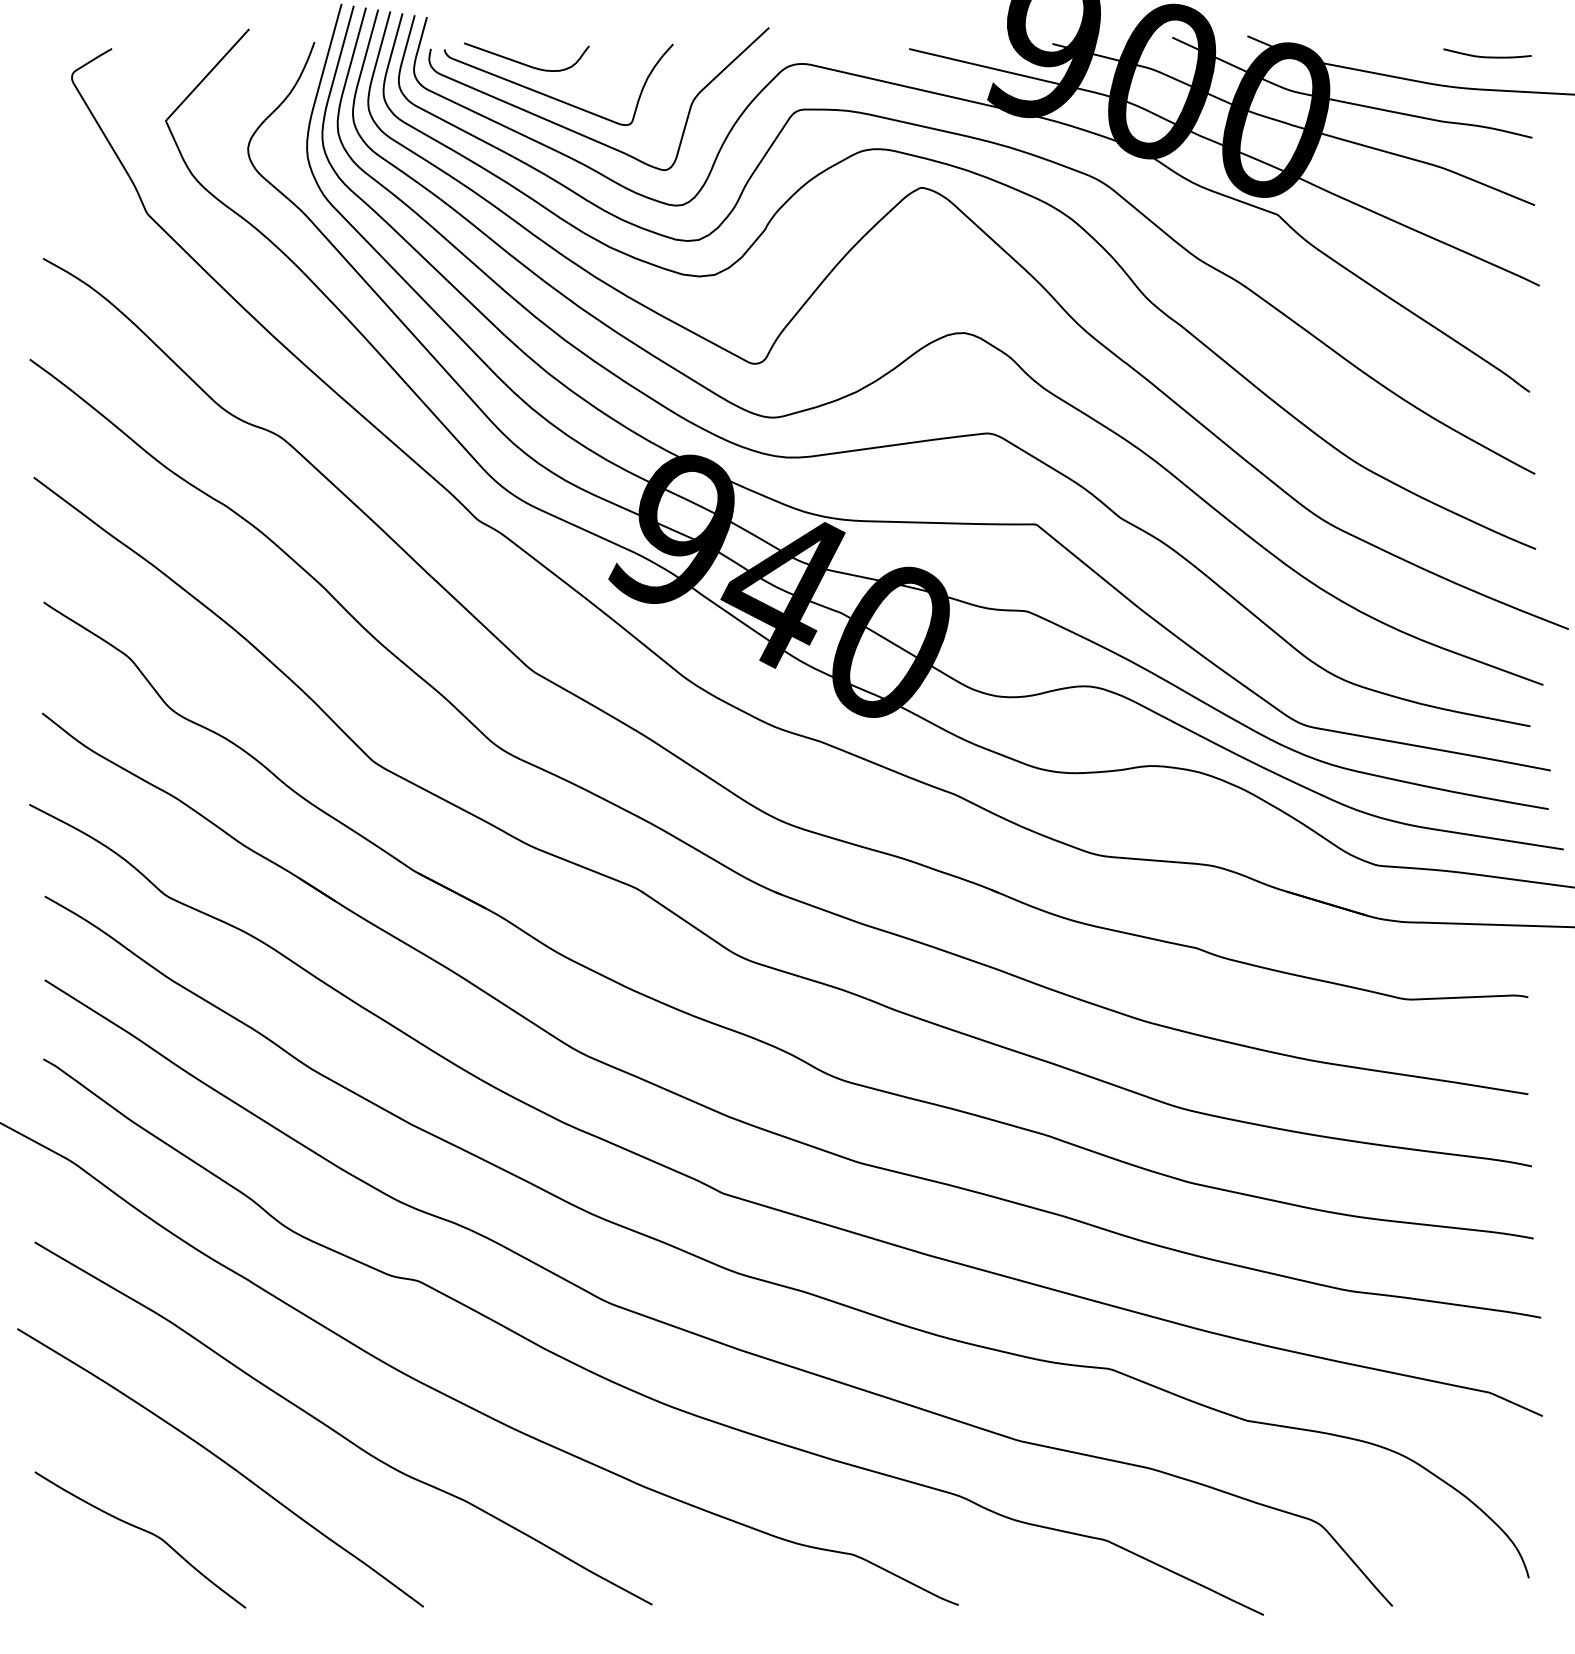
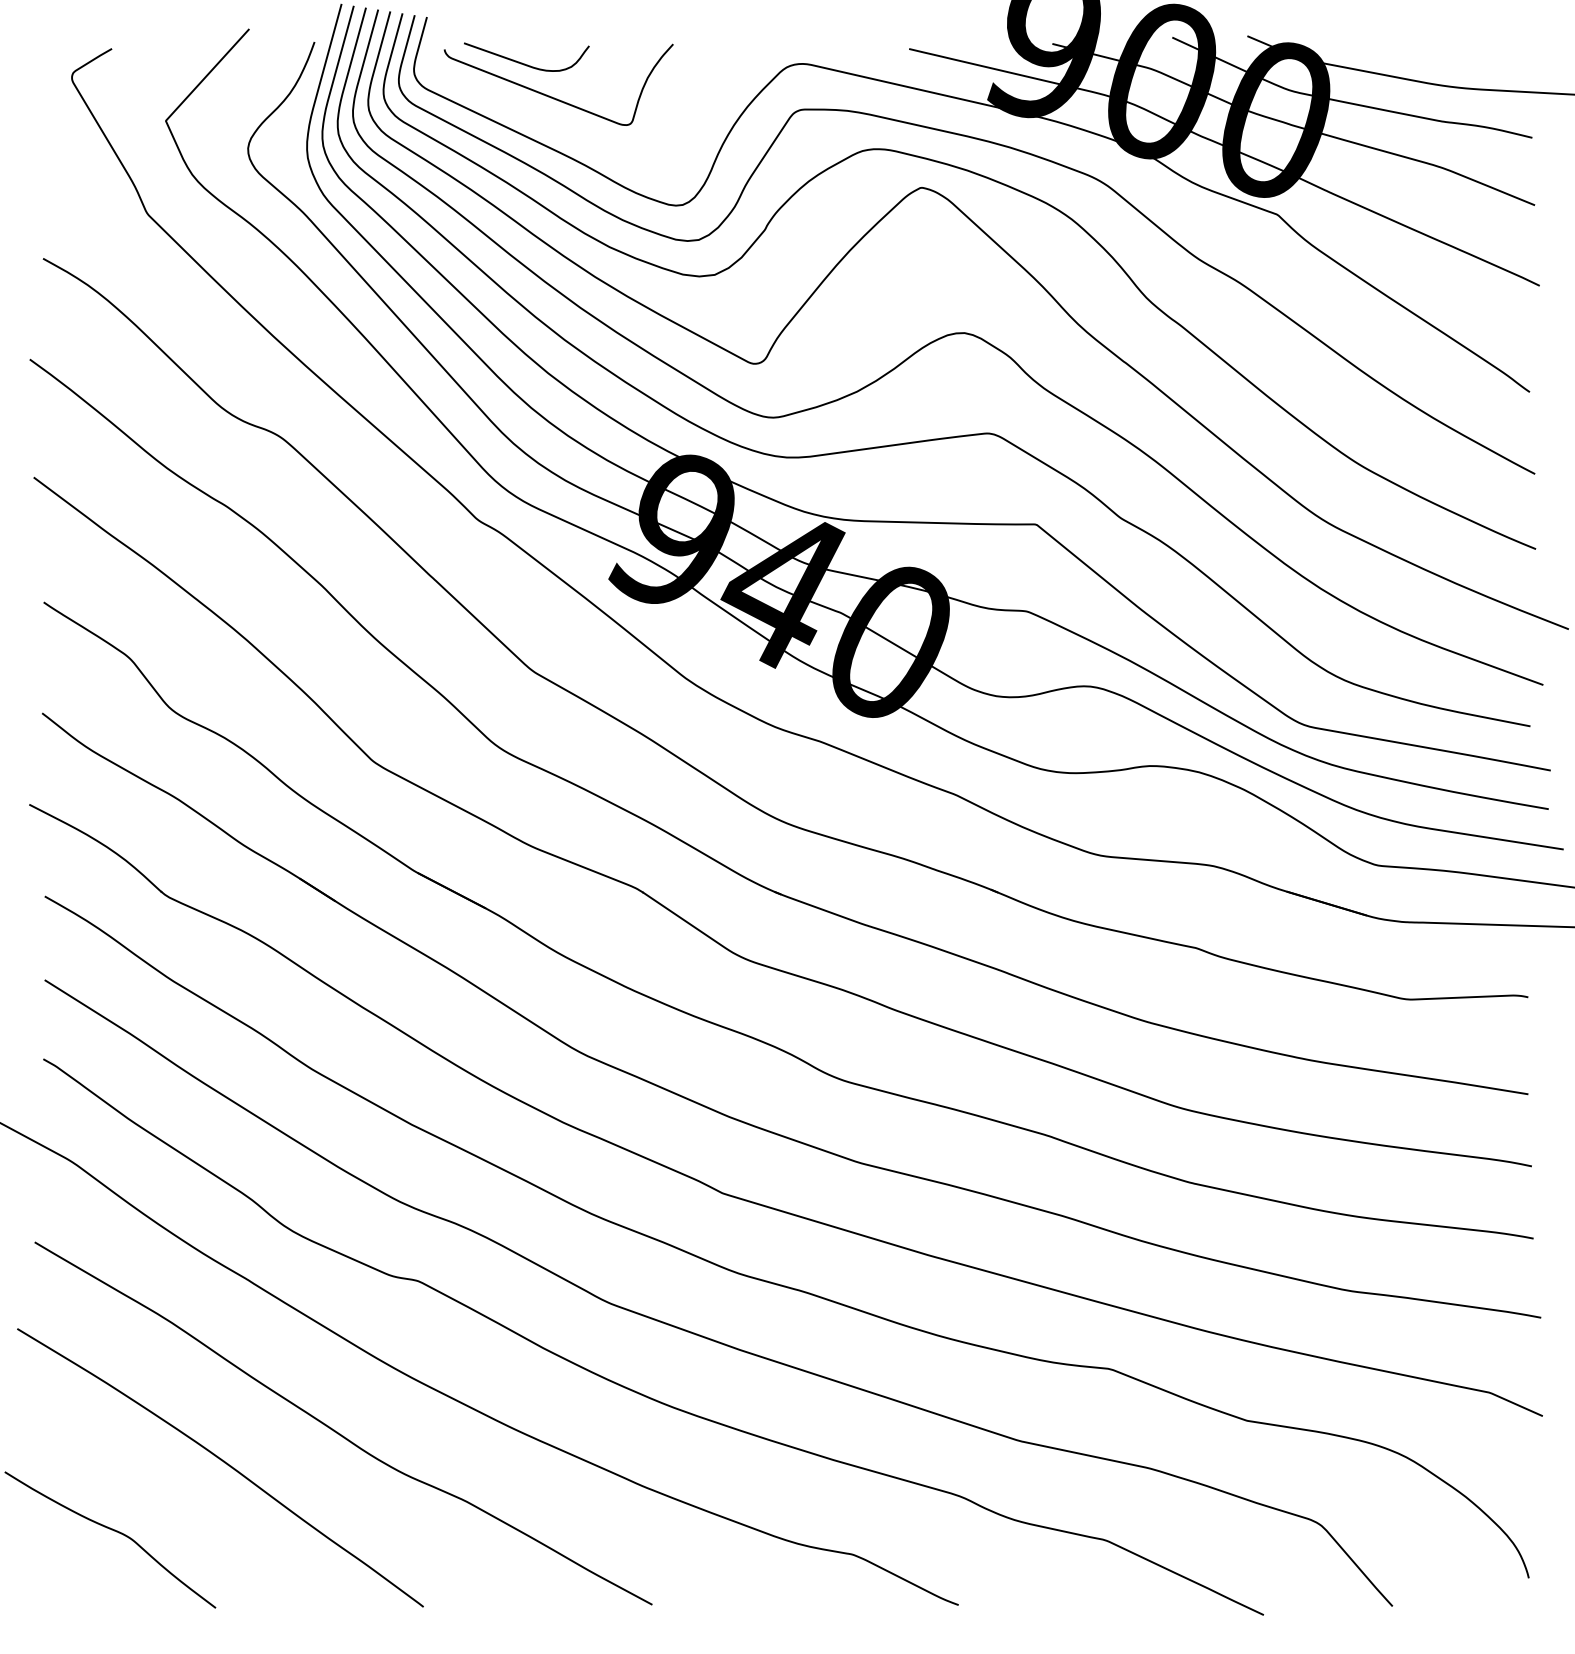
curve at (1487, 56): present -> none
curve at (581, 133): present -> none
curve at (144, 1531) position: (144, 1531) -> (114, 1531)
